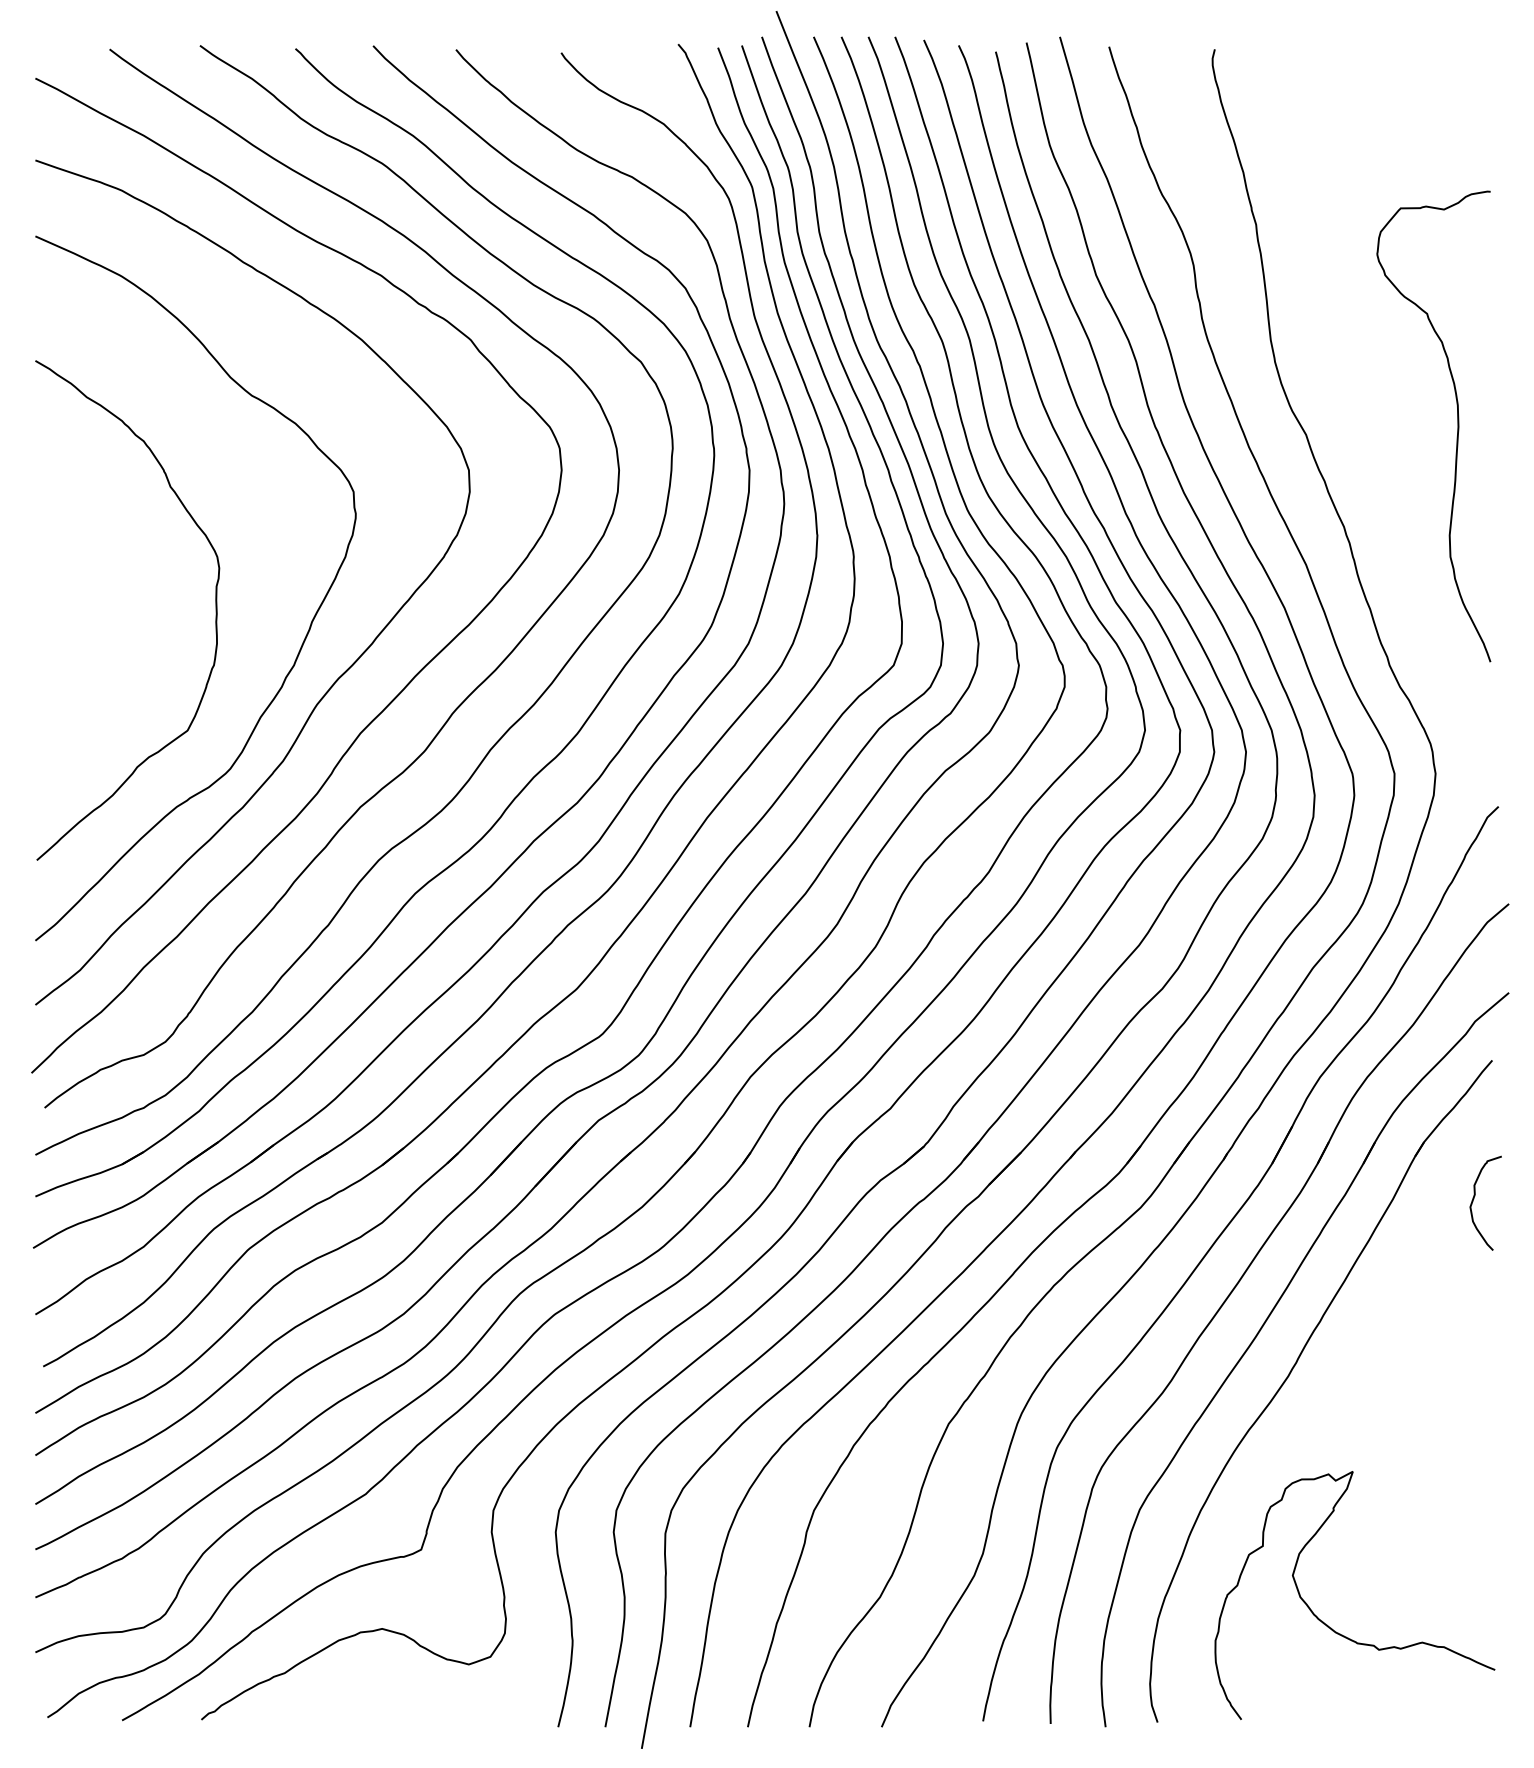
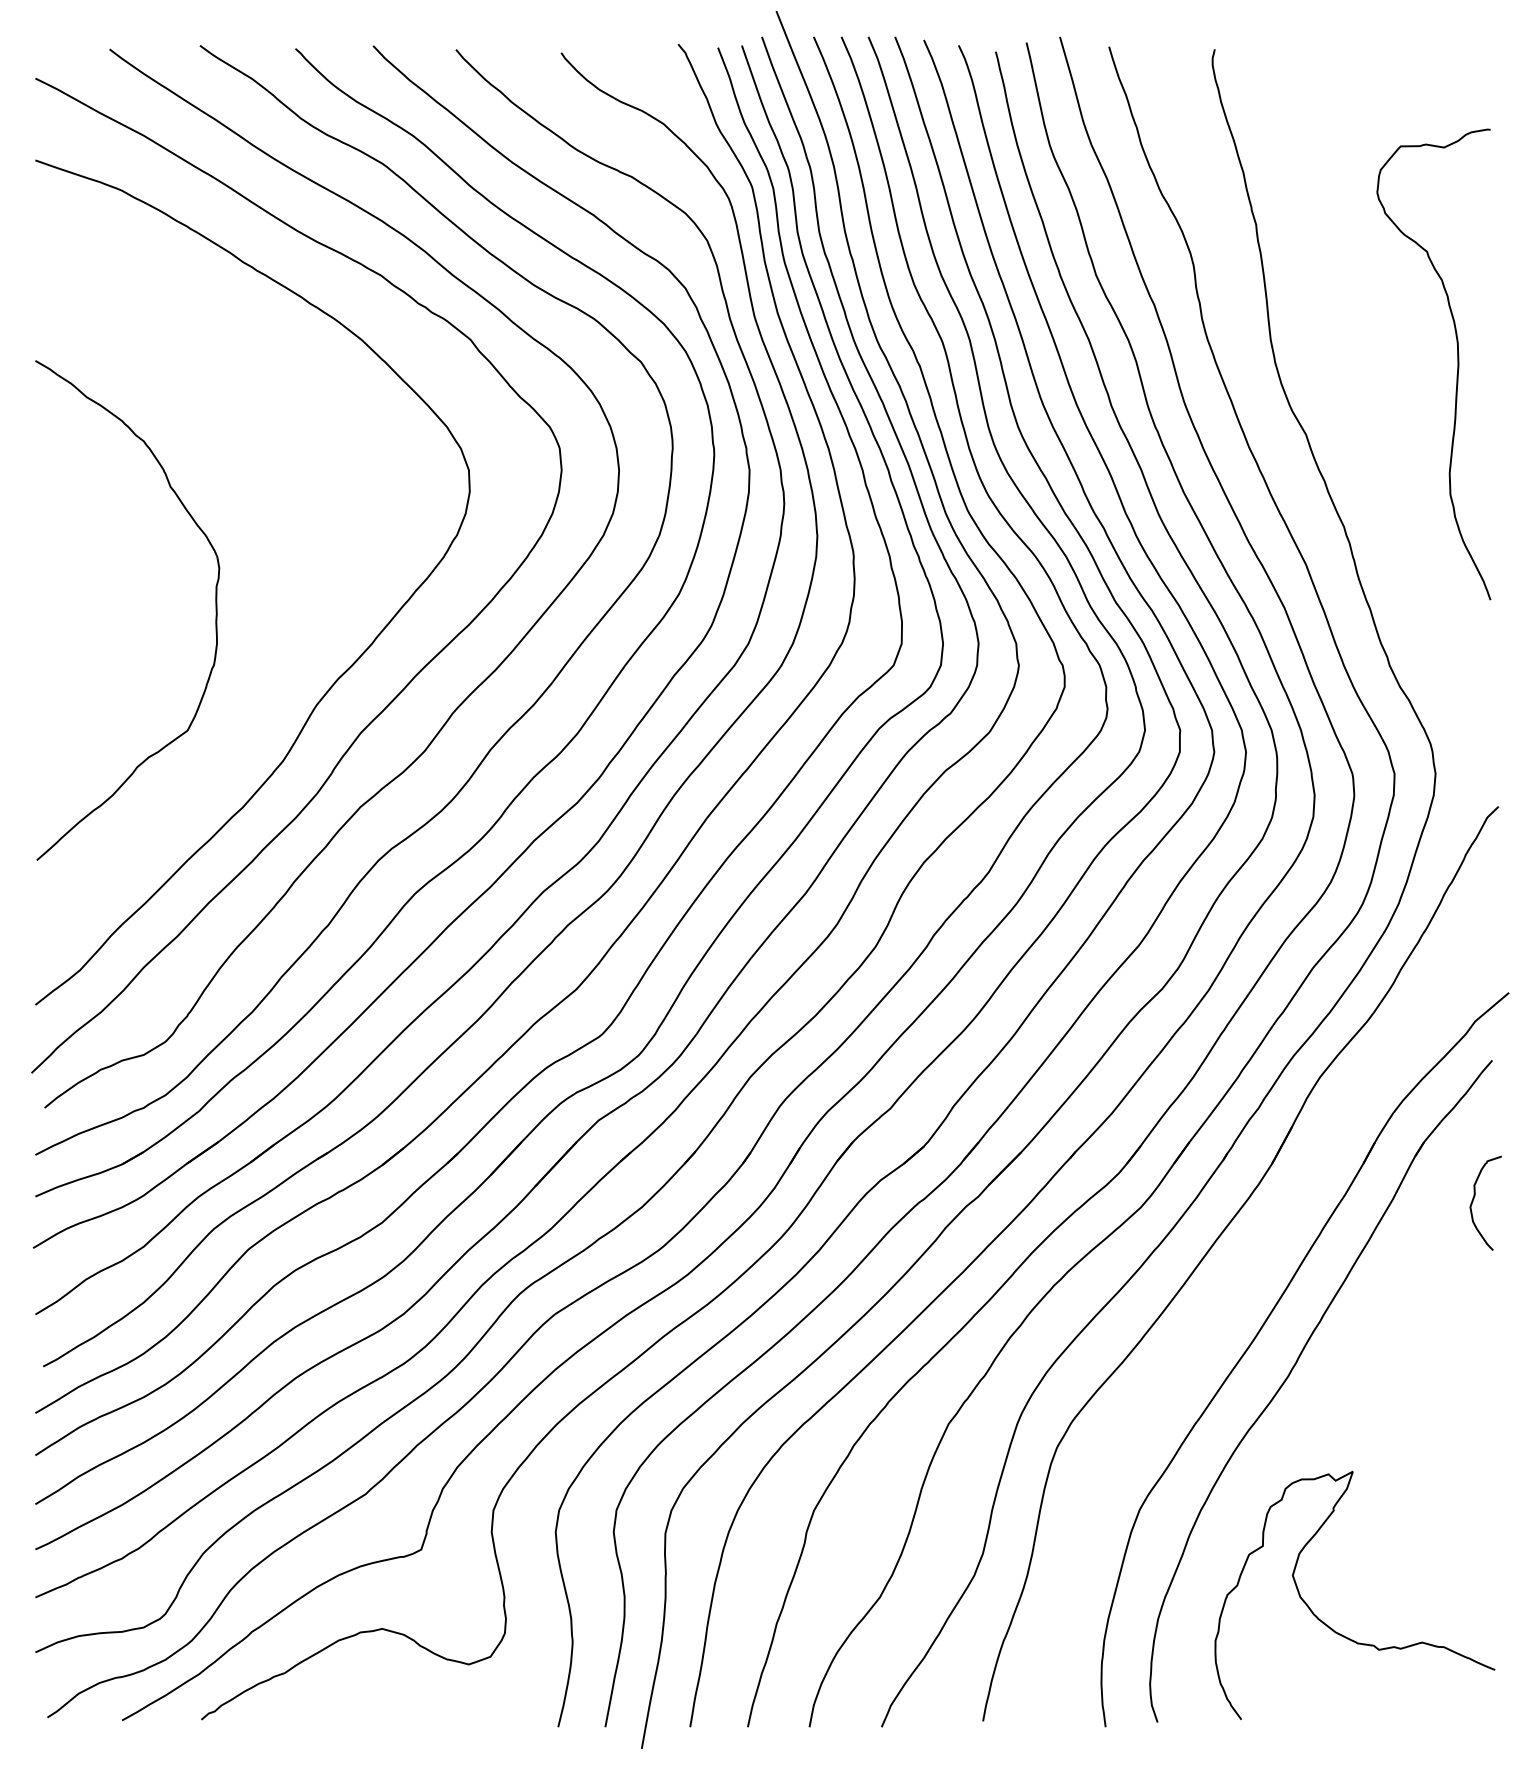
curve at (1457, 426) position: (1457, 426) -> (1457, 364)
curve at (305, 635): present -> none
part at (1238, 1284): present -> none
